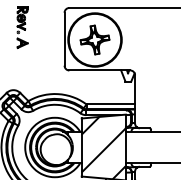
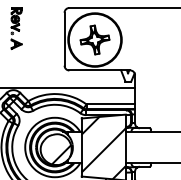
part at (22, 27) position: (22, 27) -> (16, 28)
line at (68, 88): none -> present
hatch at (61, 154): none -> present
